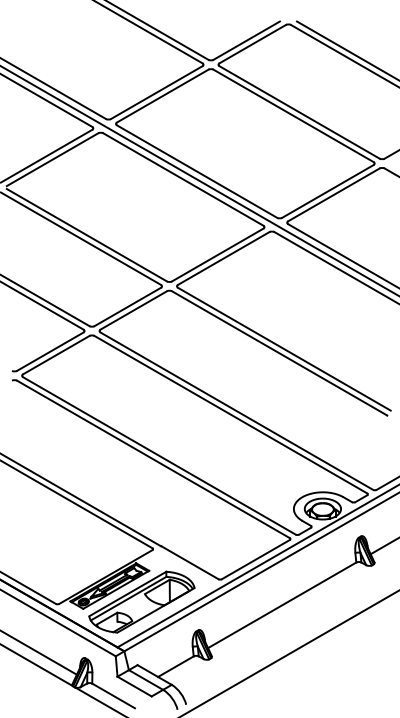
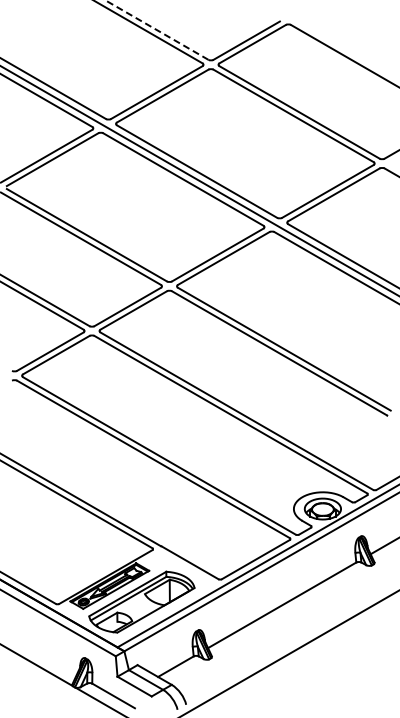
line at (156, 29): solid -> dashed
line at (346, 49): present -> none
line at (39, 652): present -> none
